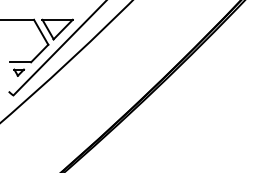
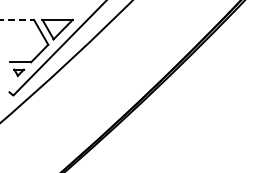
line at (17, 19): solid -> dashed
